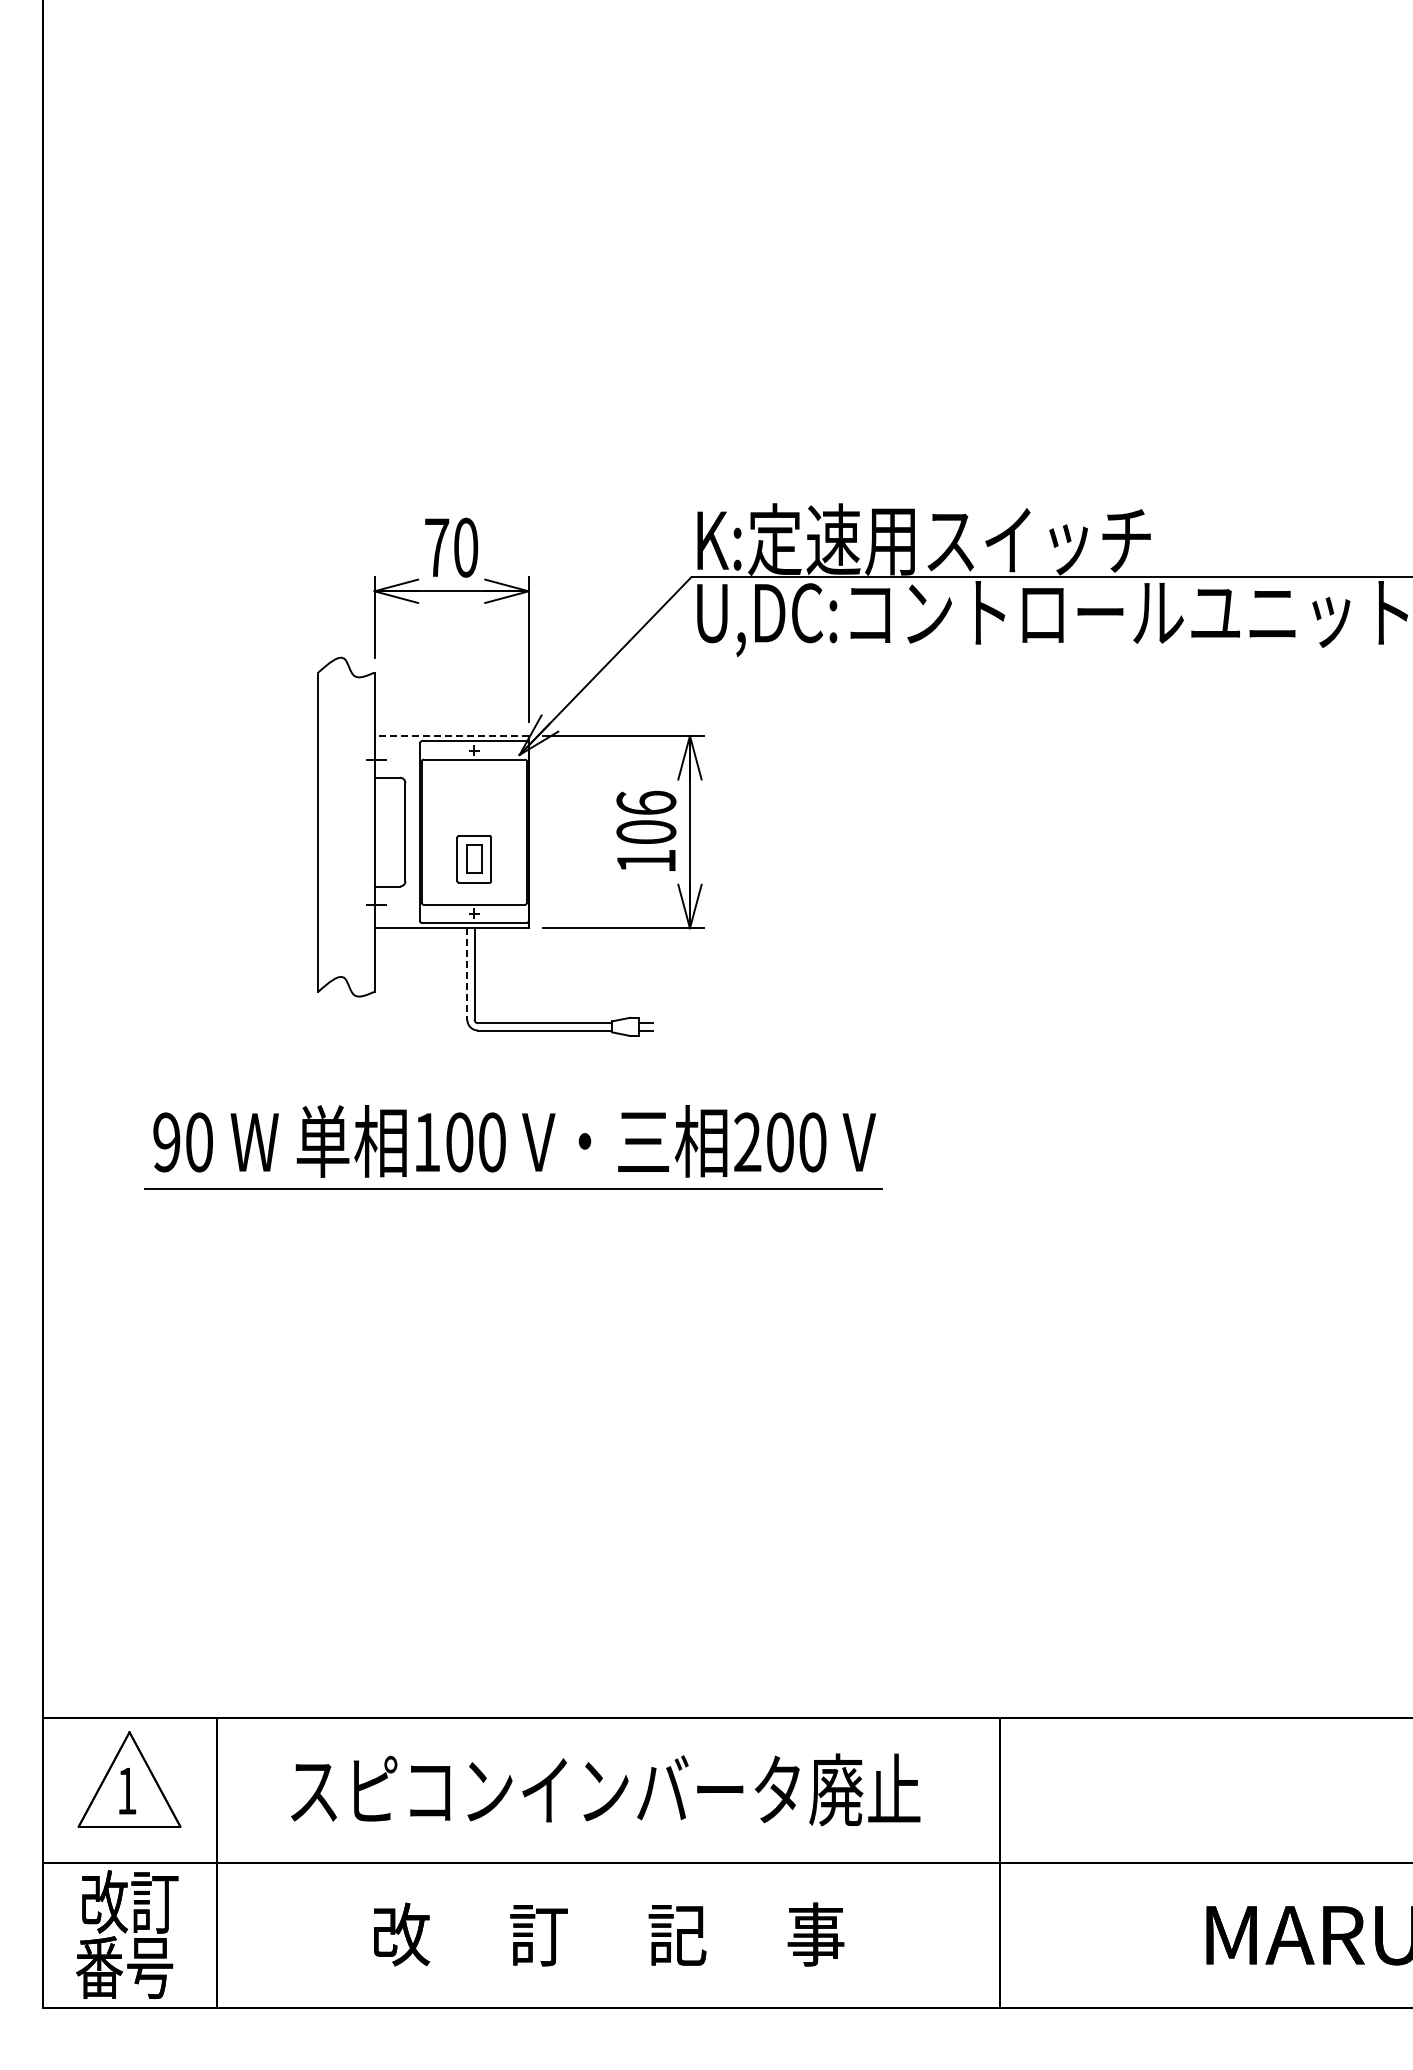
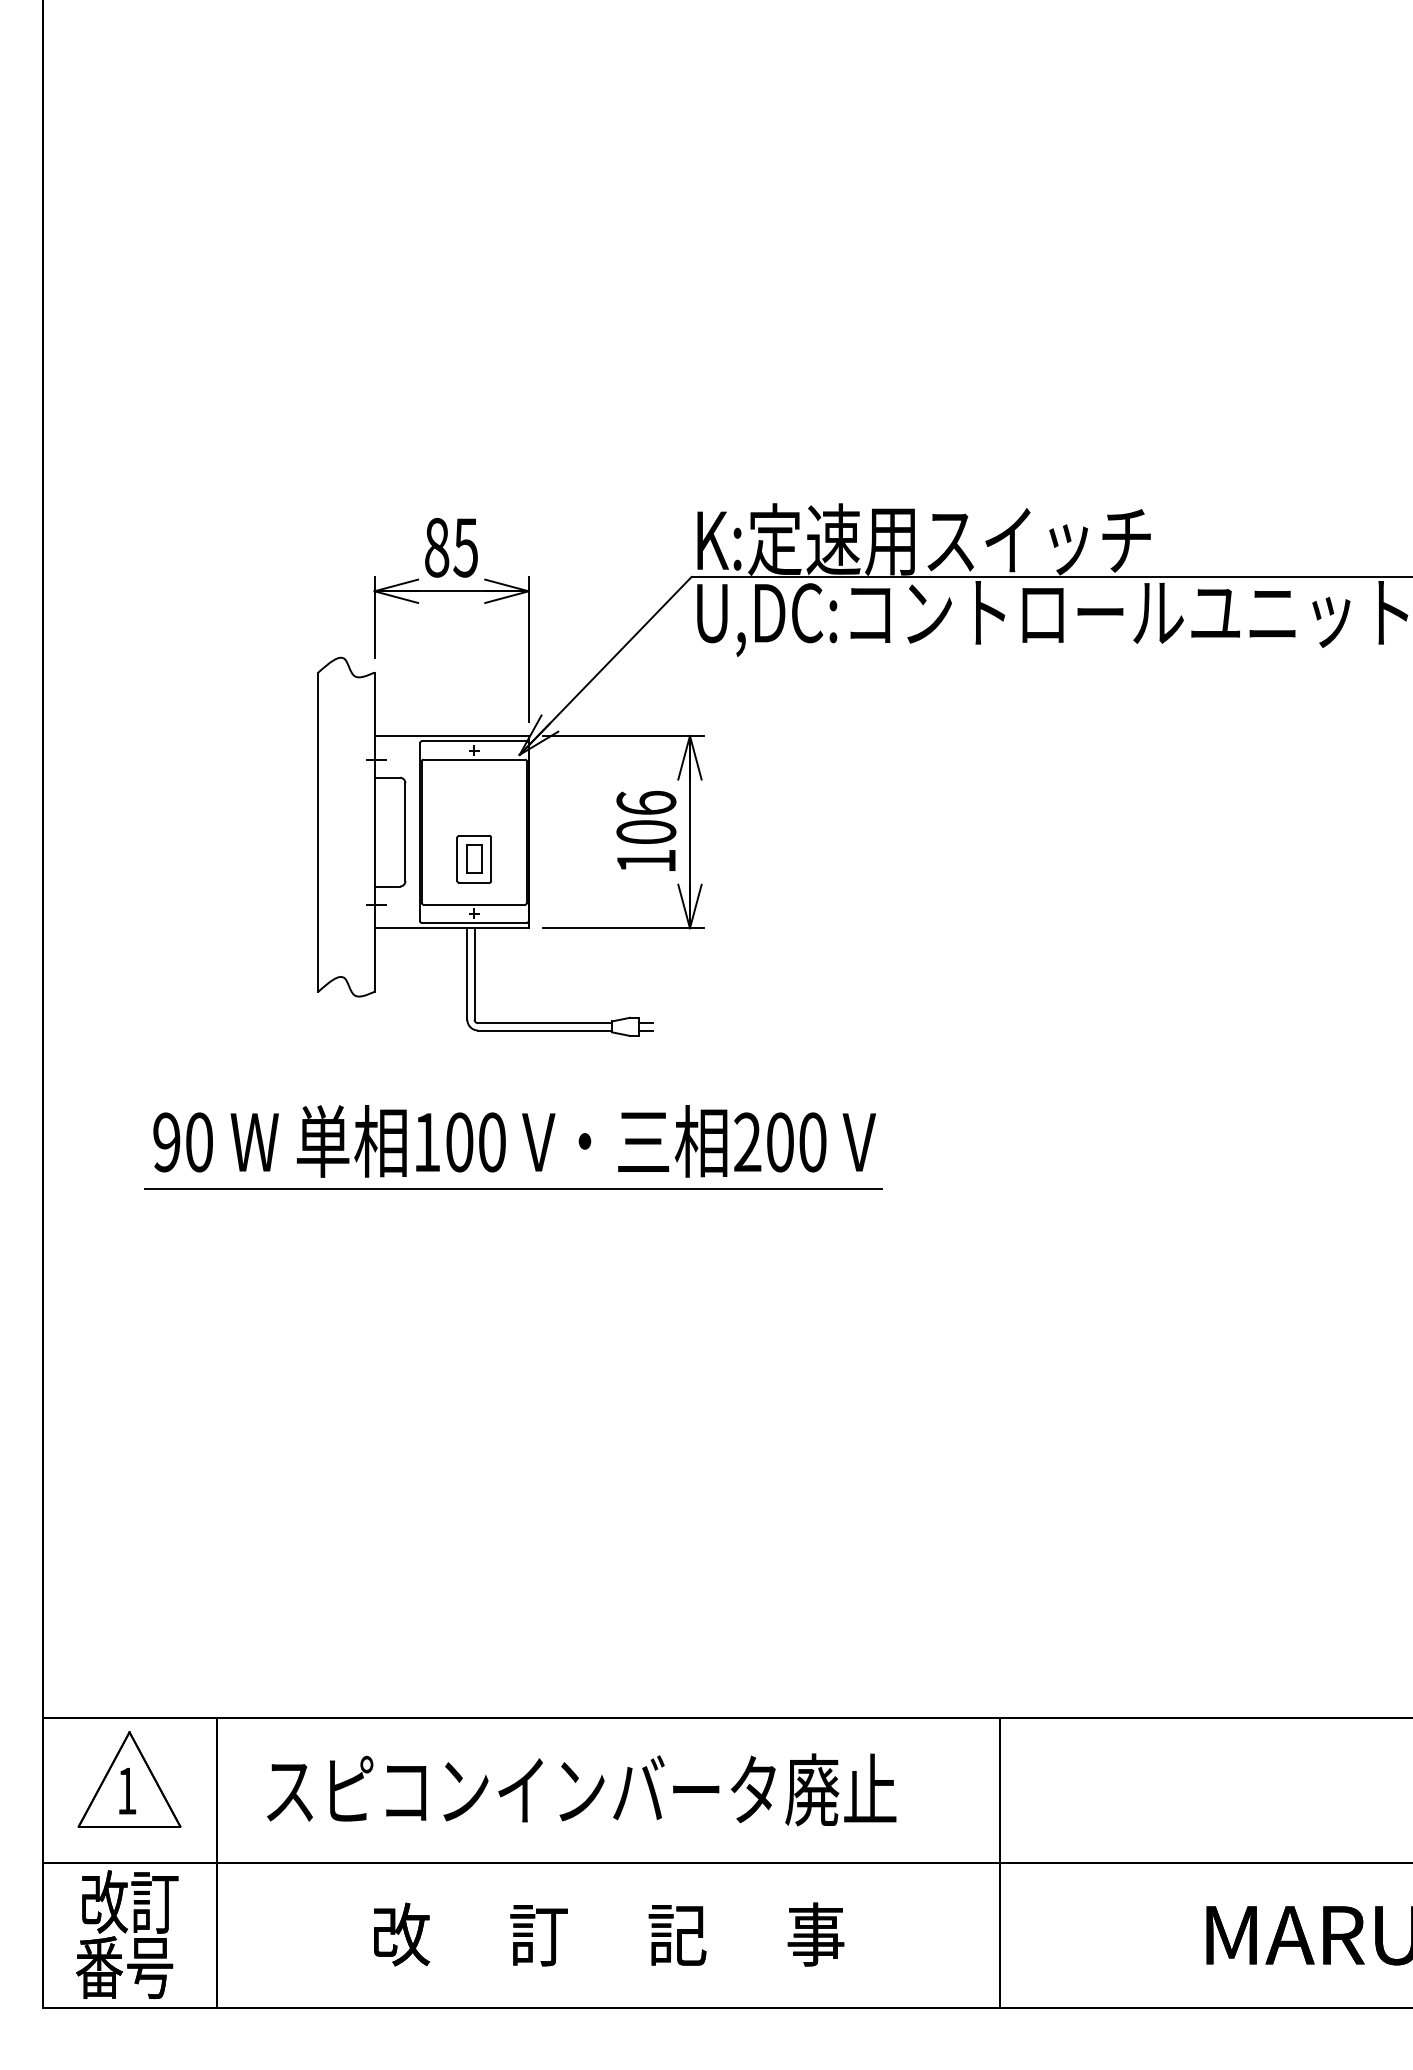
text at (451, 547): 70 -> 85
line at (451, 736): dashed -> solid
line at (467, 973): dashed -> solid
text at (605, 1789) position: (605, 1789) -> (581, 1789)
